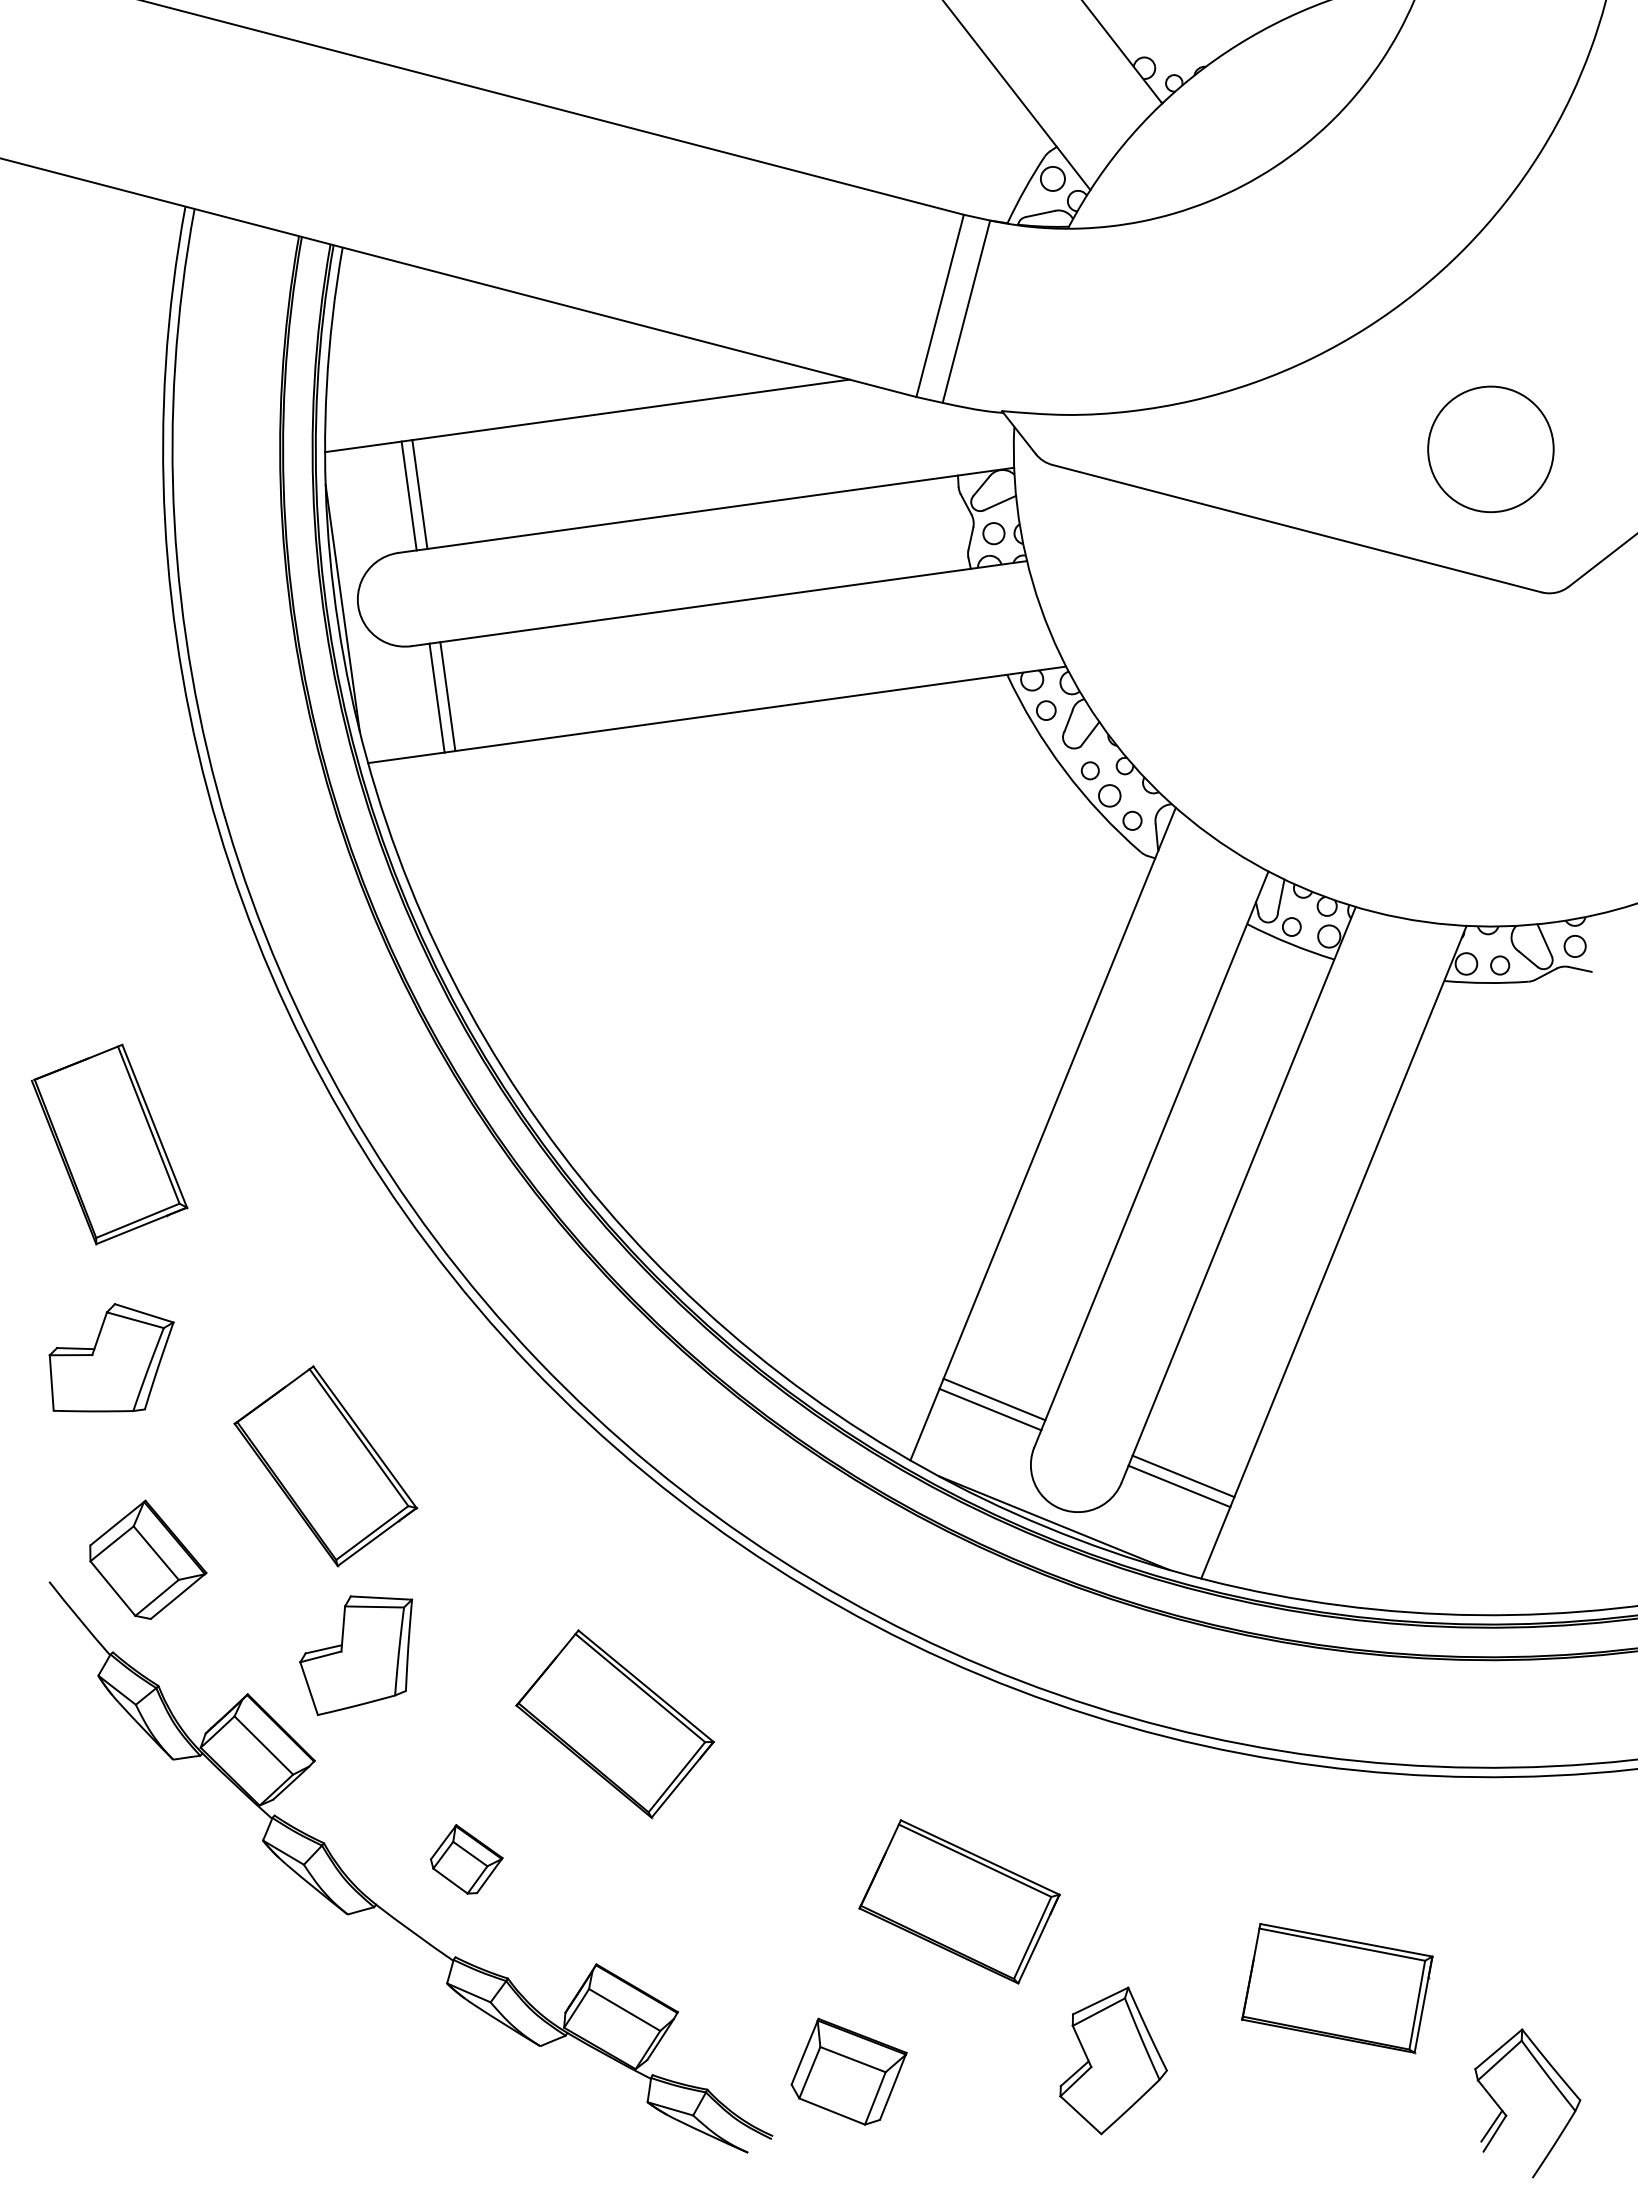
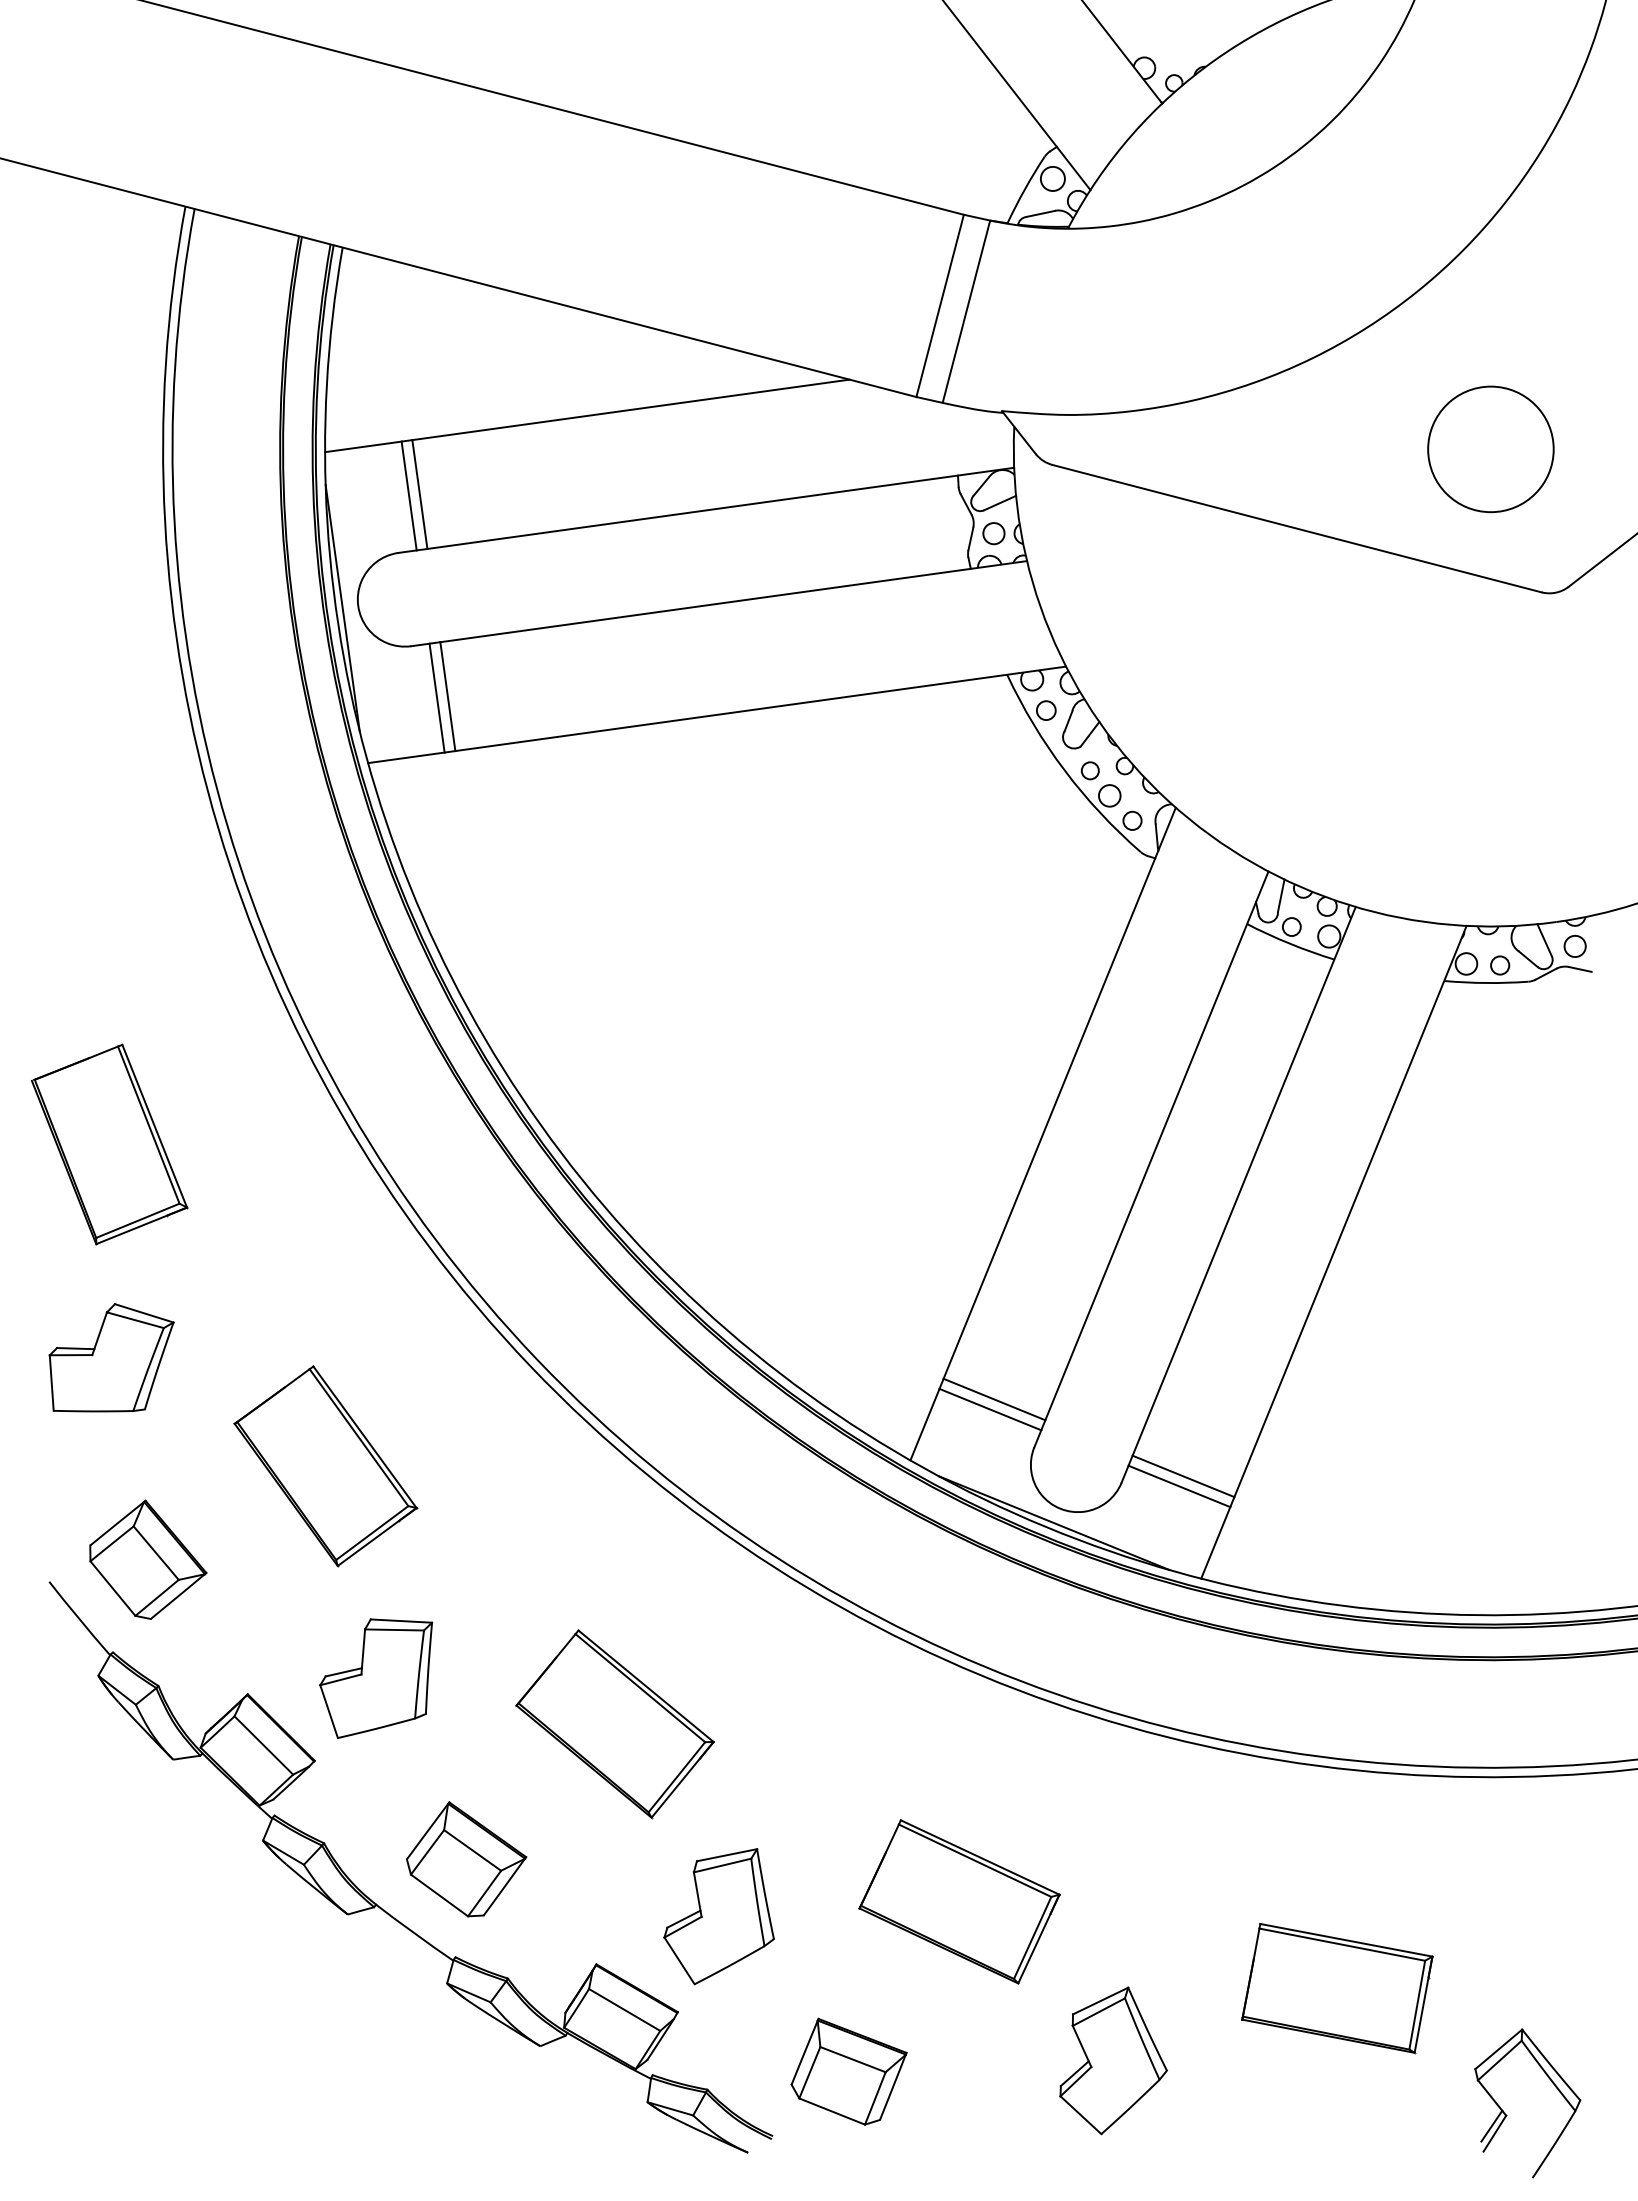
part at (356, 1655) position: (356, 1655) -> (376, 1678)
part at (466, 1859) size: 74x71 px -> 122x117 px
part at (718, 1916): none -> present
